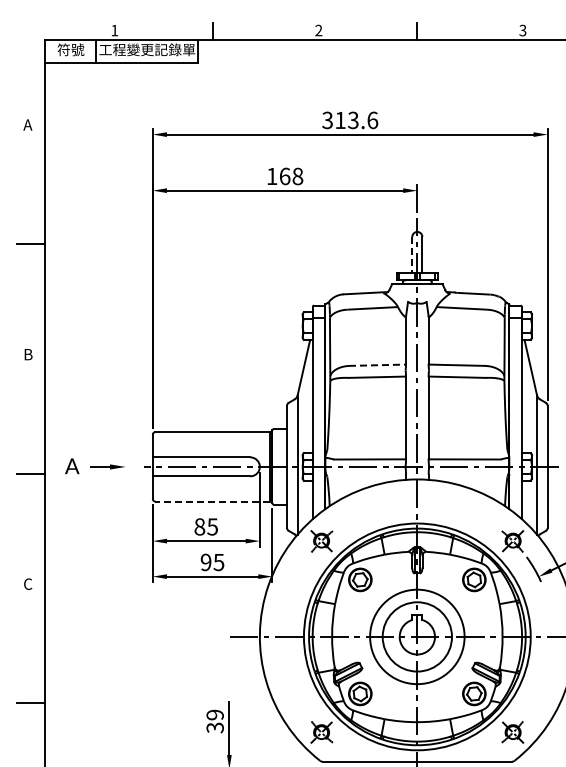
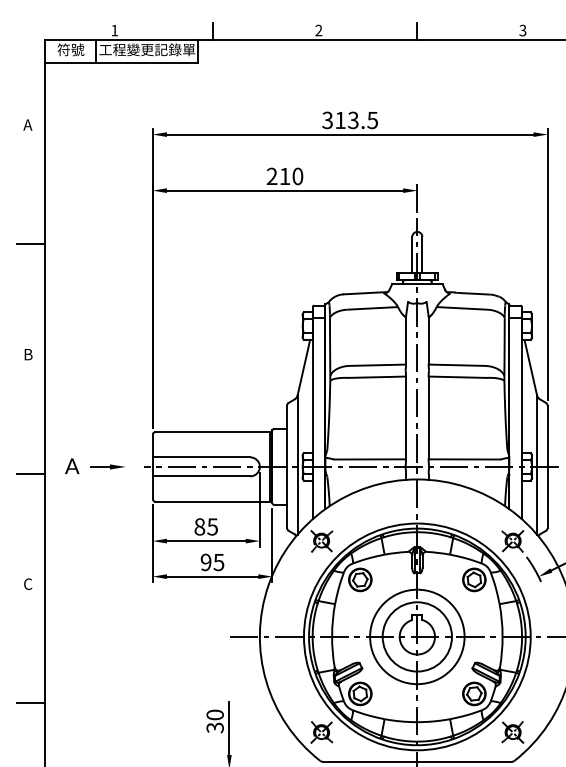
text at (372, 120): 313.6 -> 313.5
text at (284, 176): 168 -> 210
line at (412, 254): dashed -> solid
line at (377, 365): dashed -> solid
line at (212, 501): dashed -> solid
text at (214, 714): 39 -> 30
